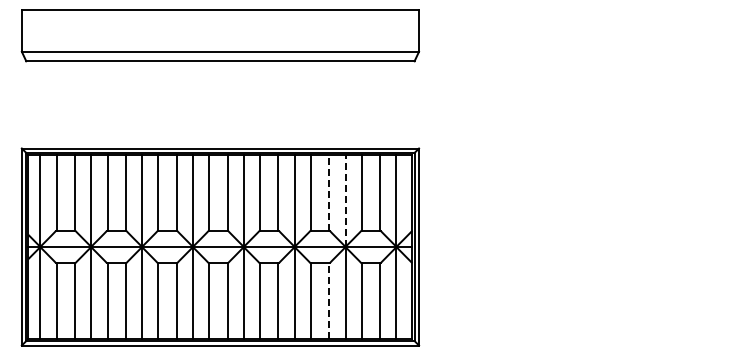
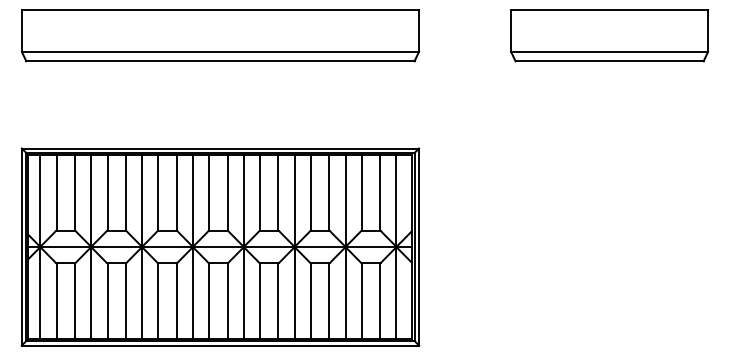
part at (609, 35): none -> present
line at (329, 192): dashed -> solid
line at (345, 200): dashed -> solid
line at (329, 301): dashed -> solid
